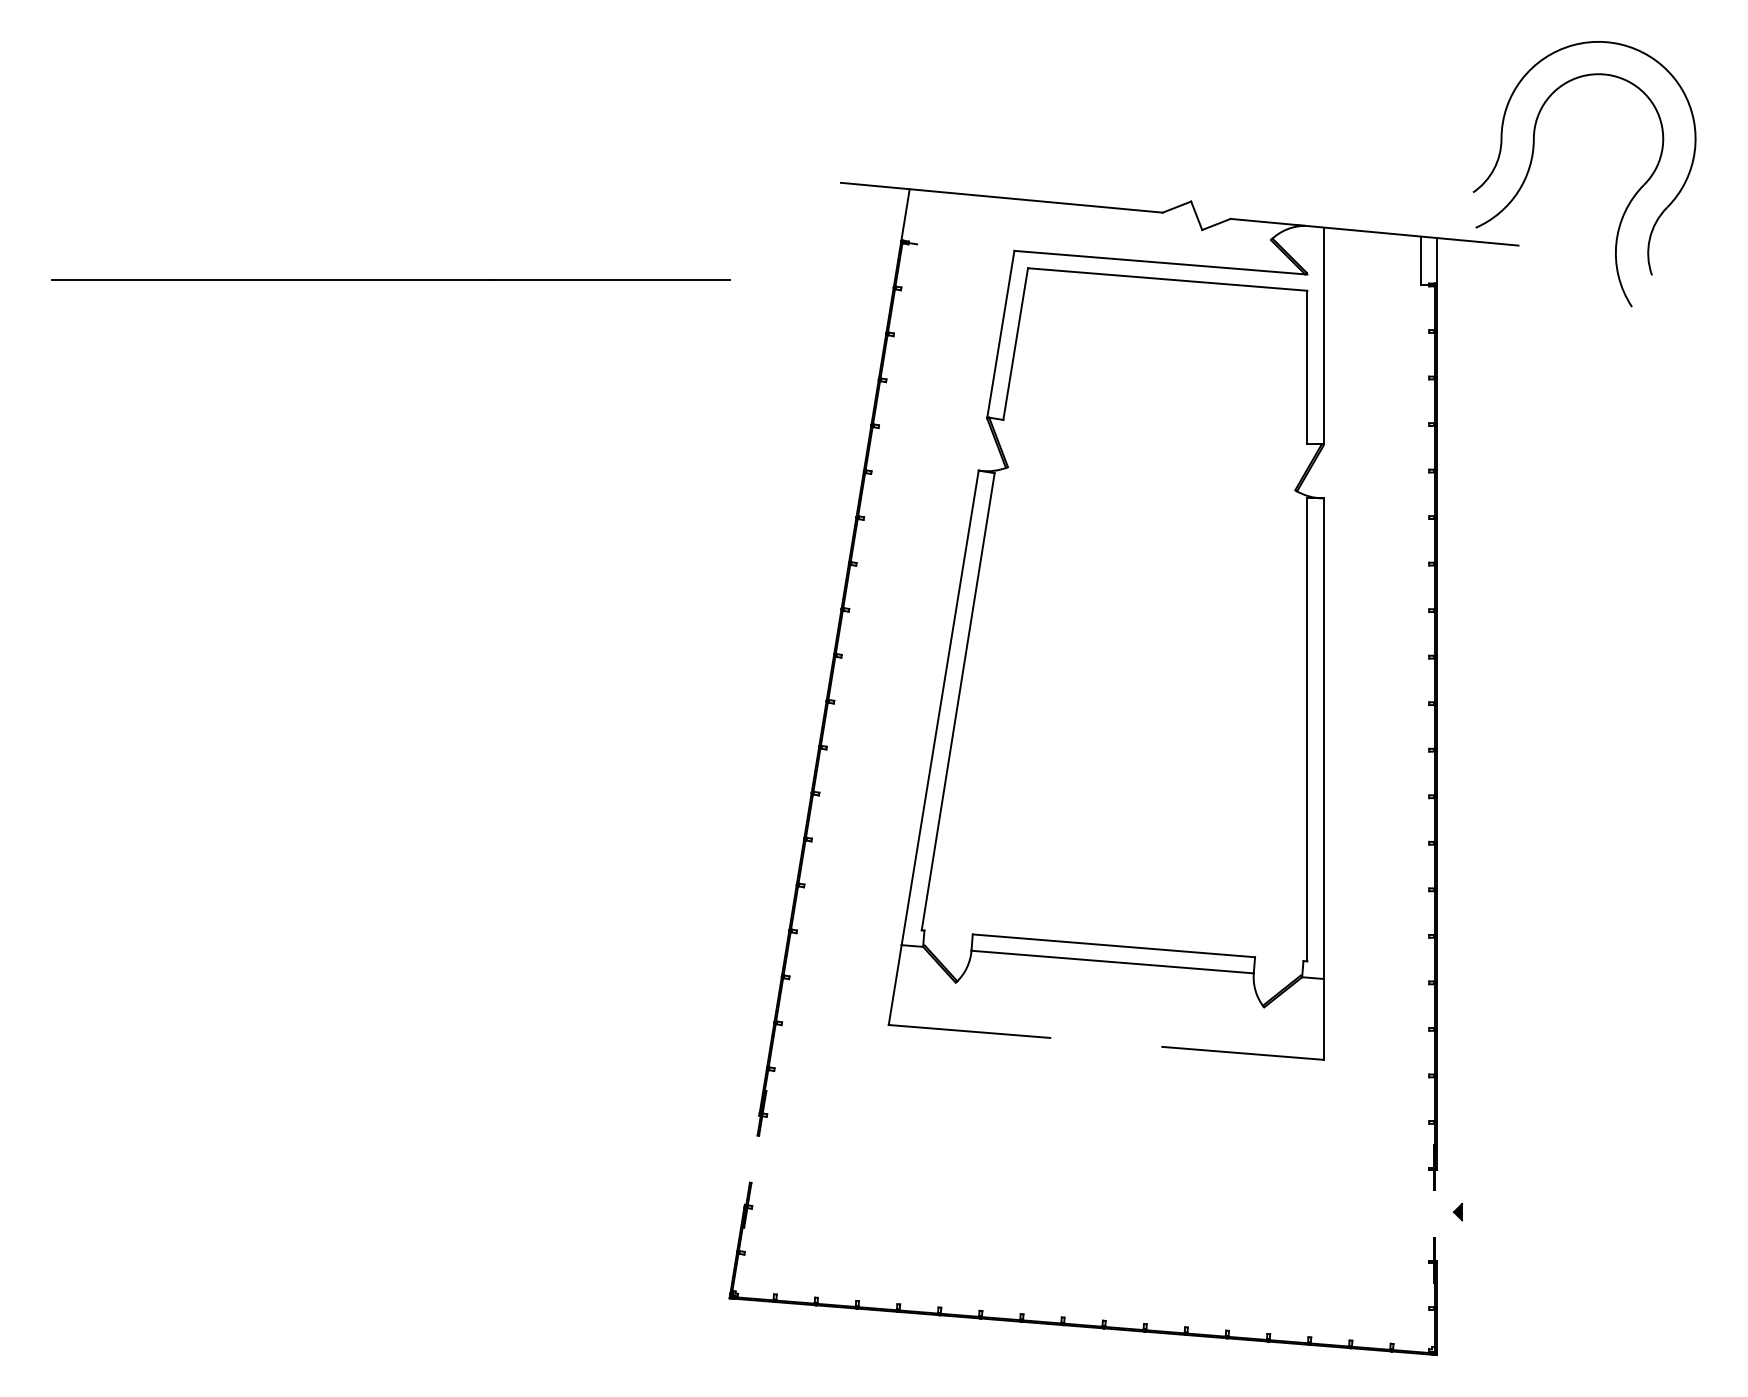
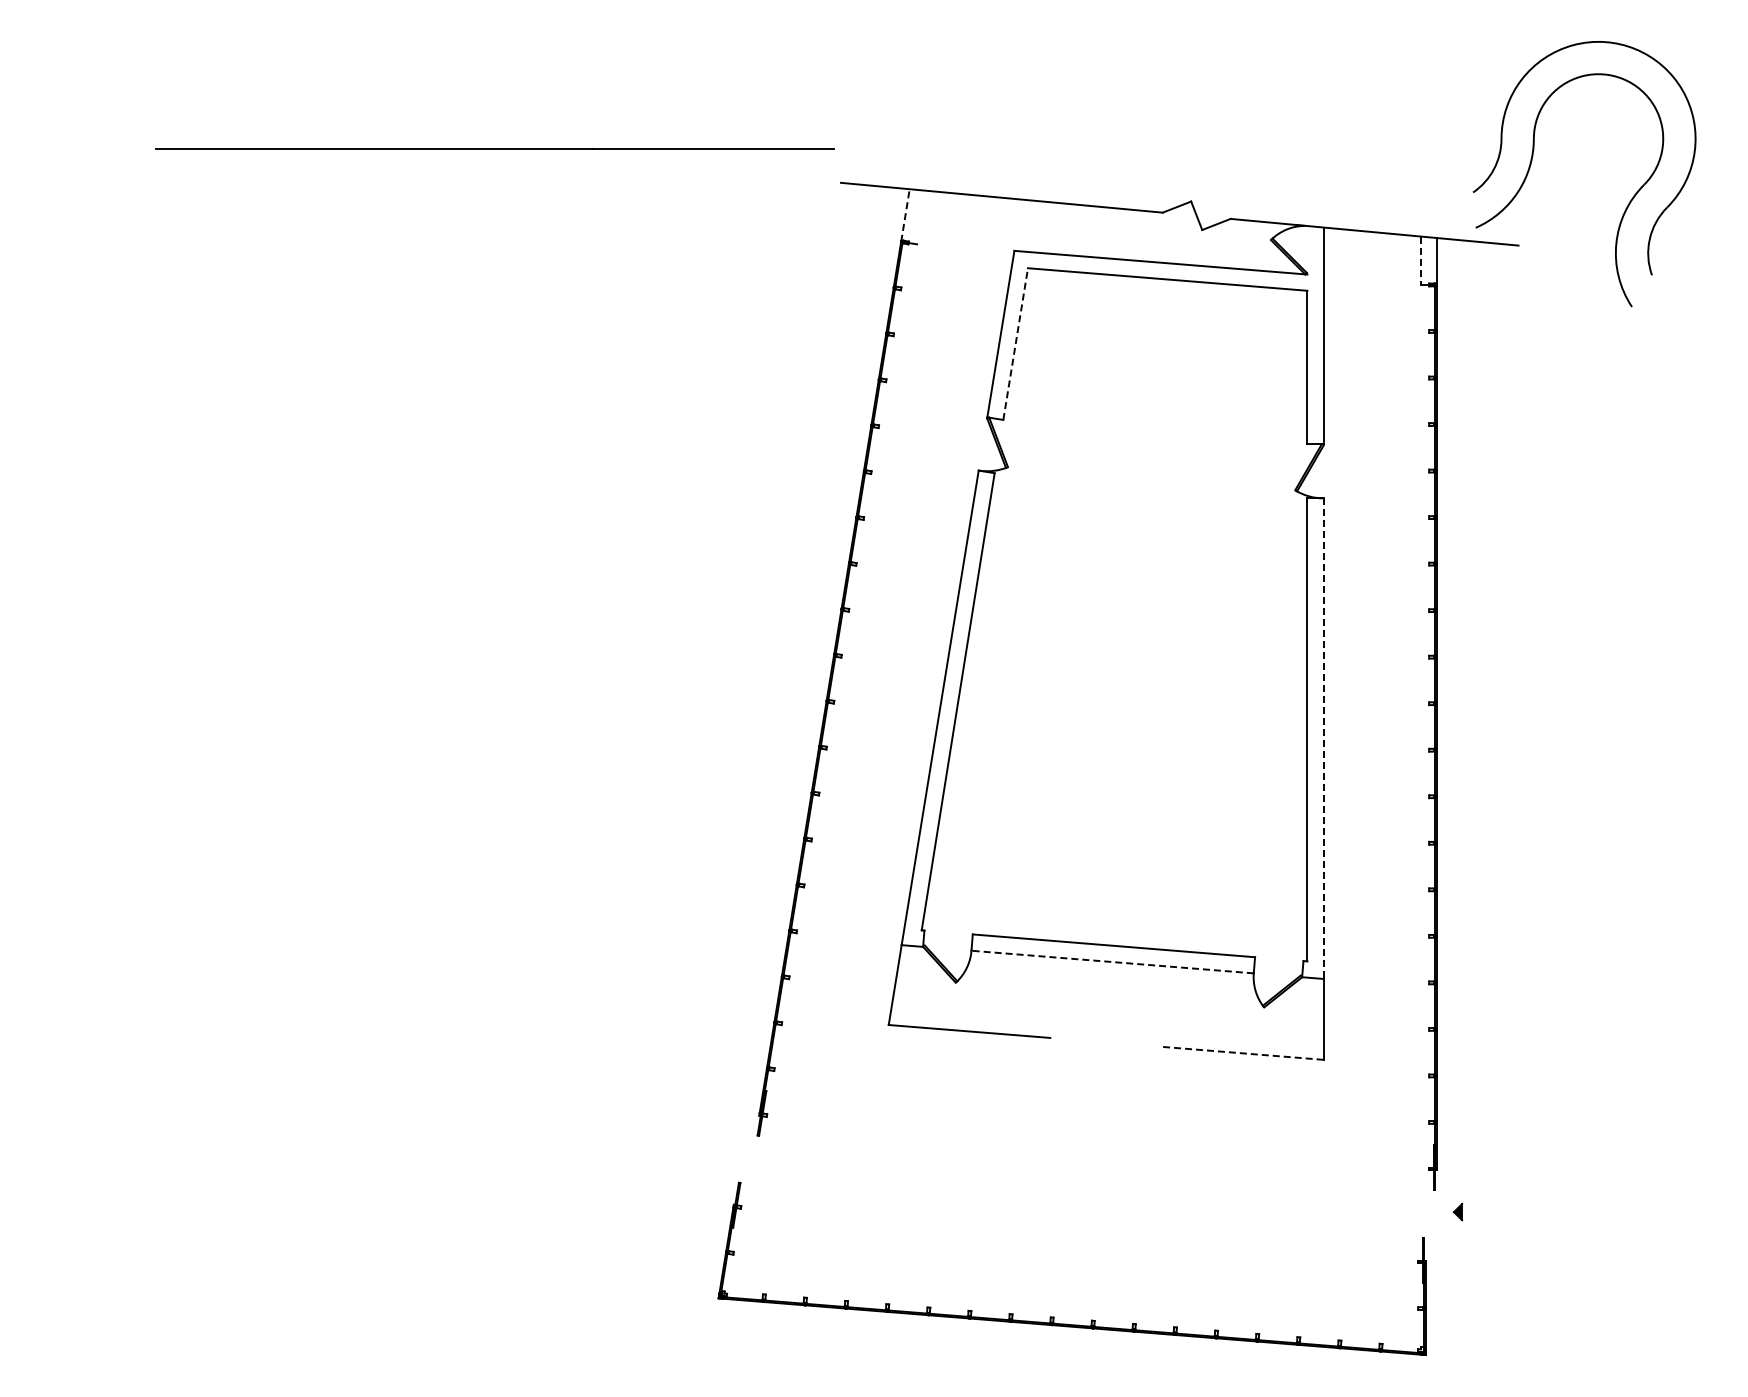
line at (905, 215): solid -> dashed
line at (1420, 261): solid -> dashed
line at (390, 279) position: (390, 279) -> (494, 148)
line at (1015, 344): solid -> dashed
line at (1323, 739): solid -> dashed
line at (1112, 962): solid -> dashed
line at (1242, 1053): solid -> dashed
part at (1065, 1316) position: (1065, 1316) -> (1054, 1316)
